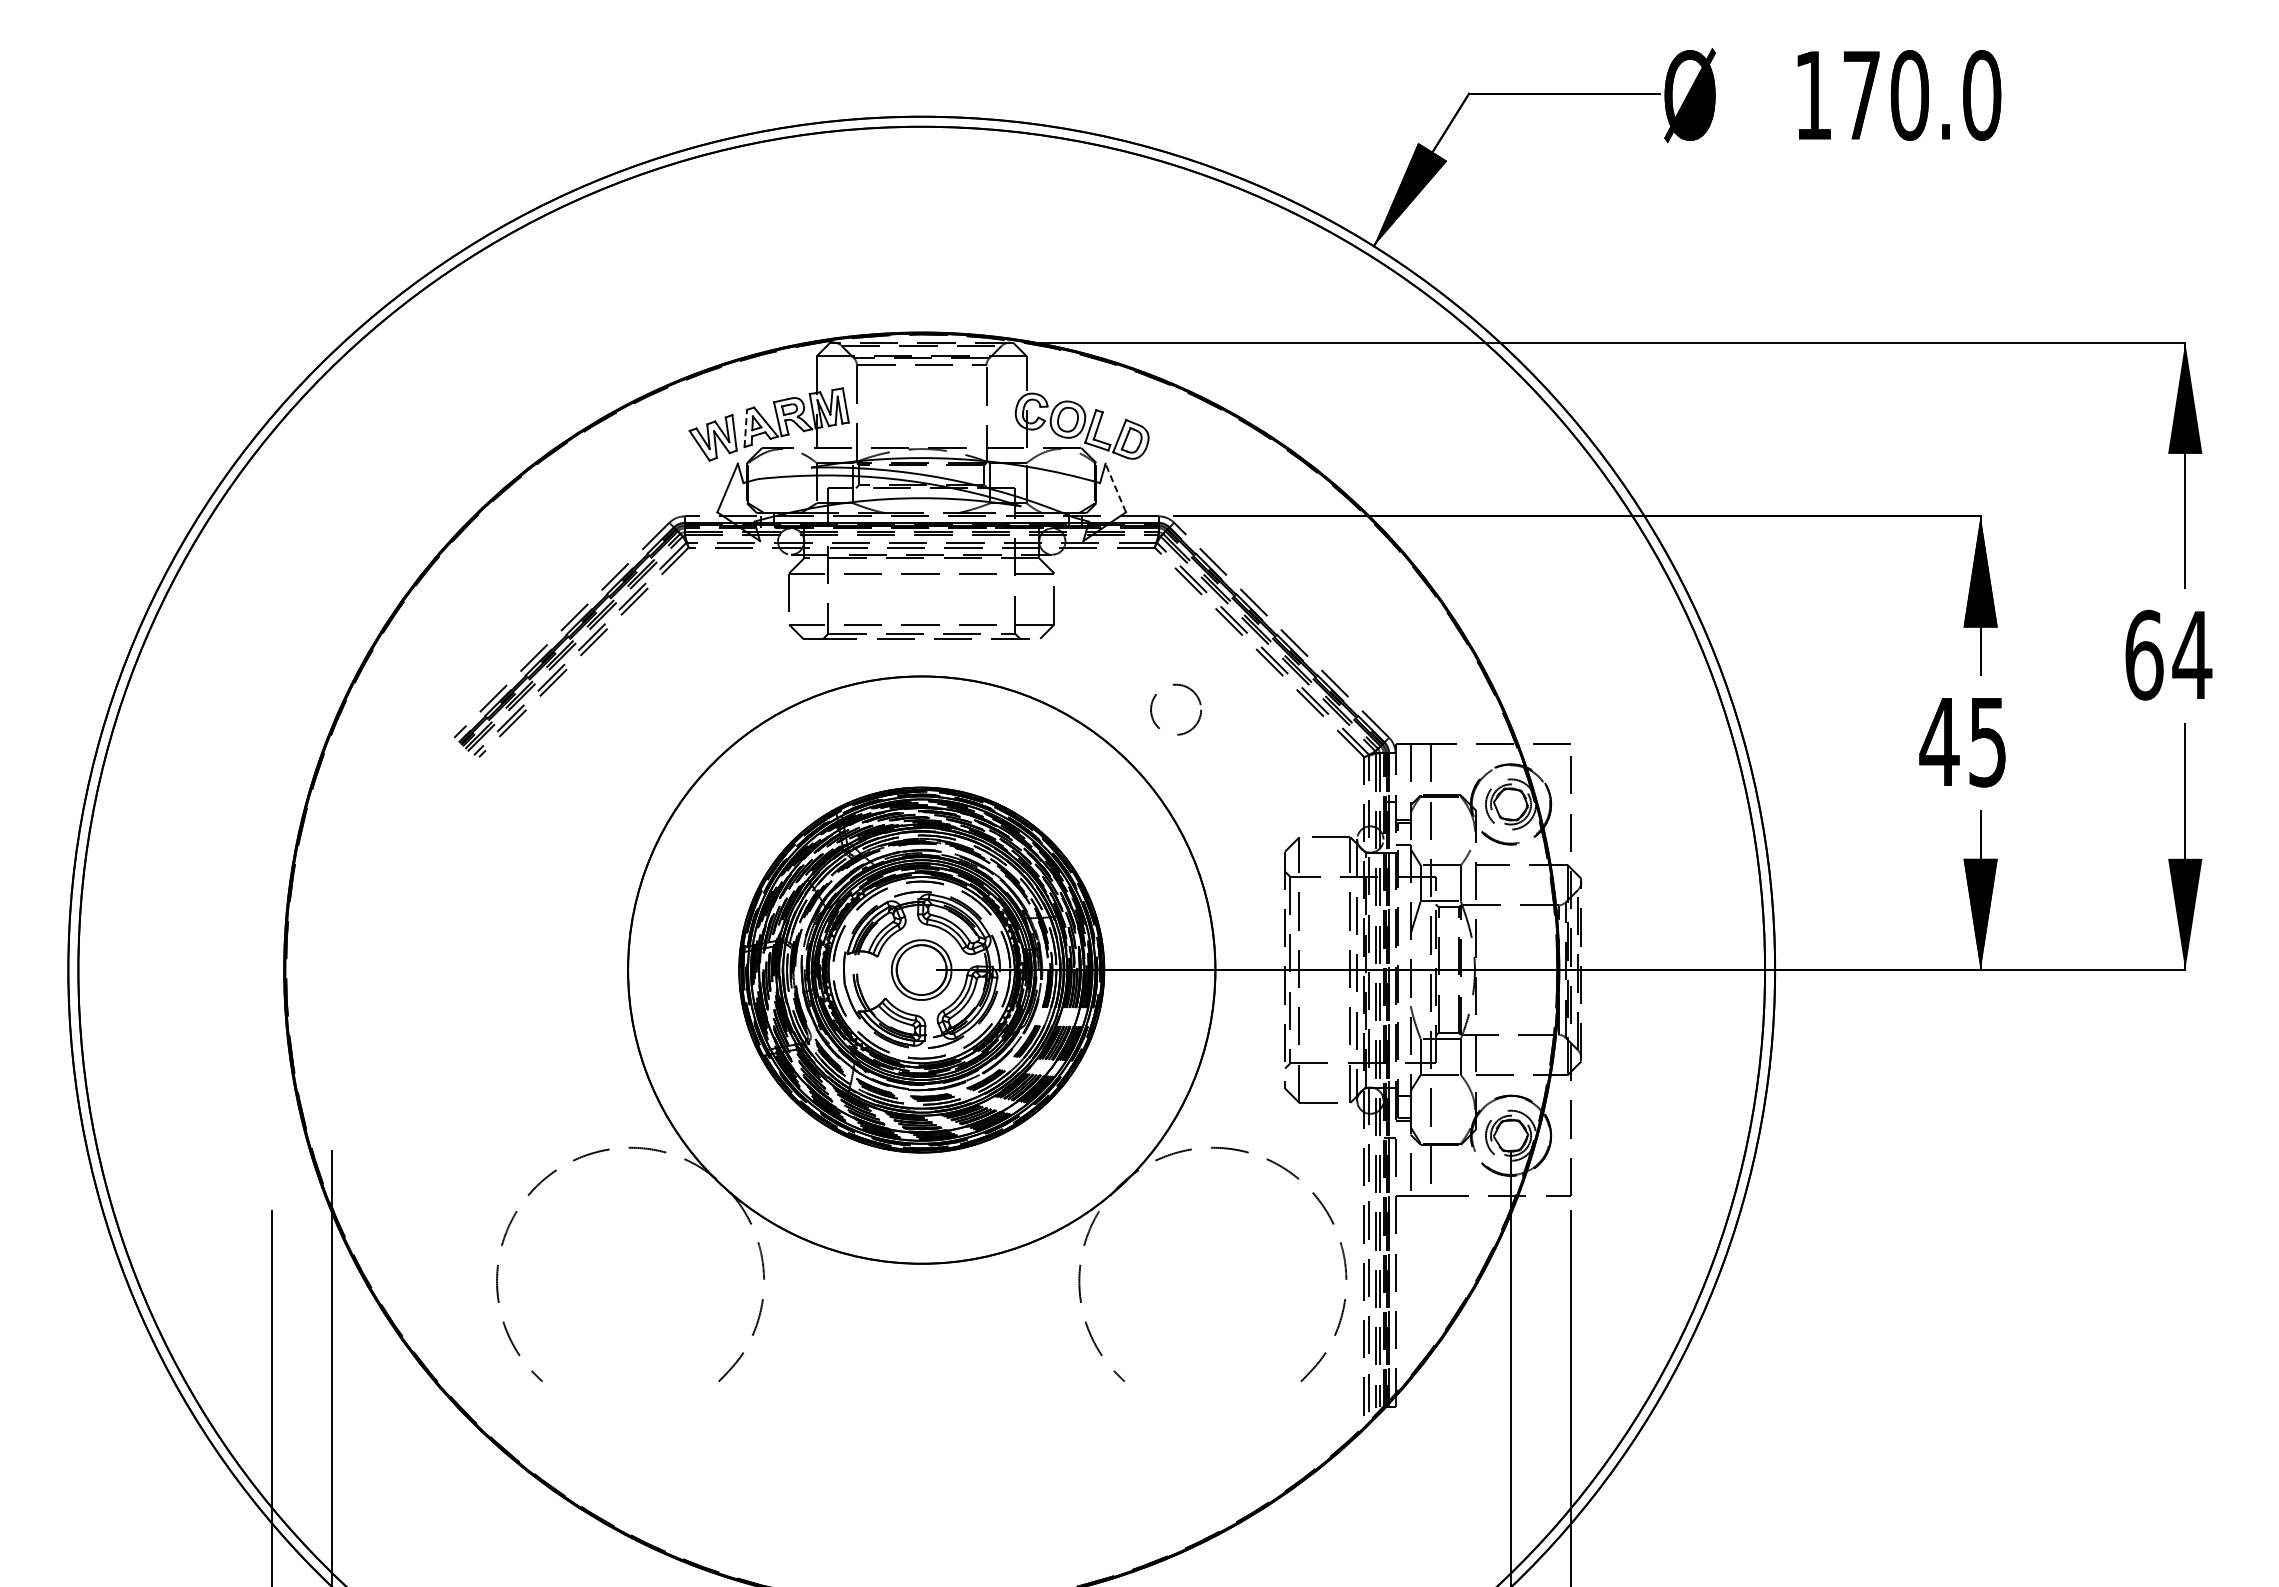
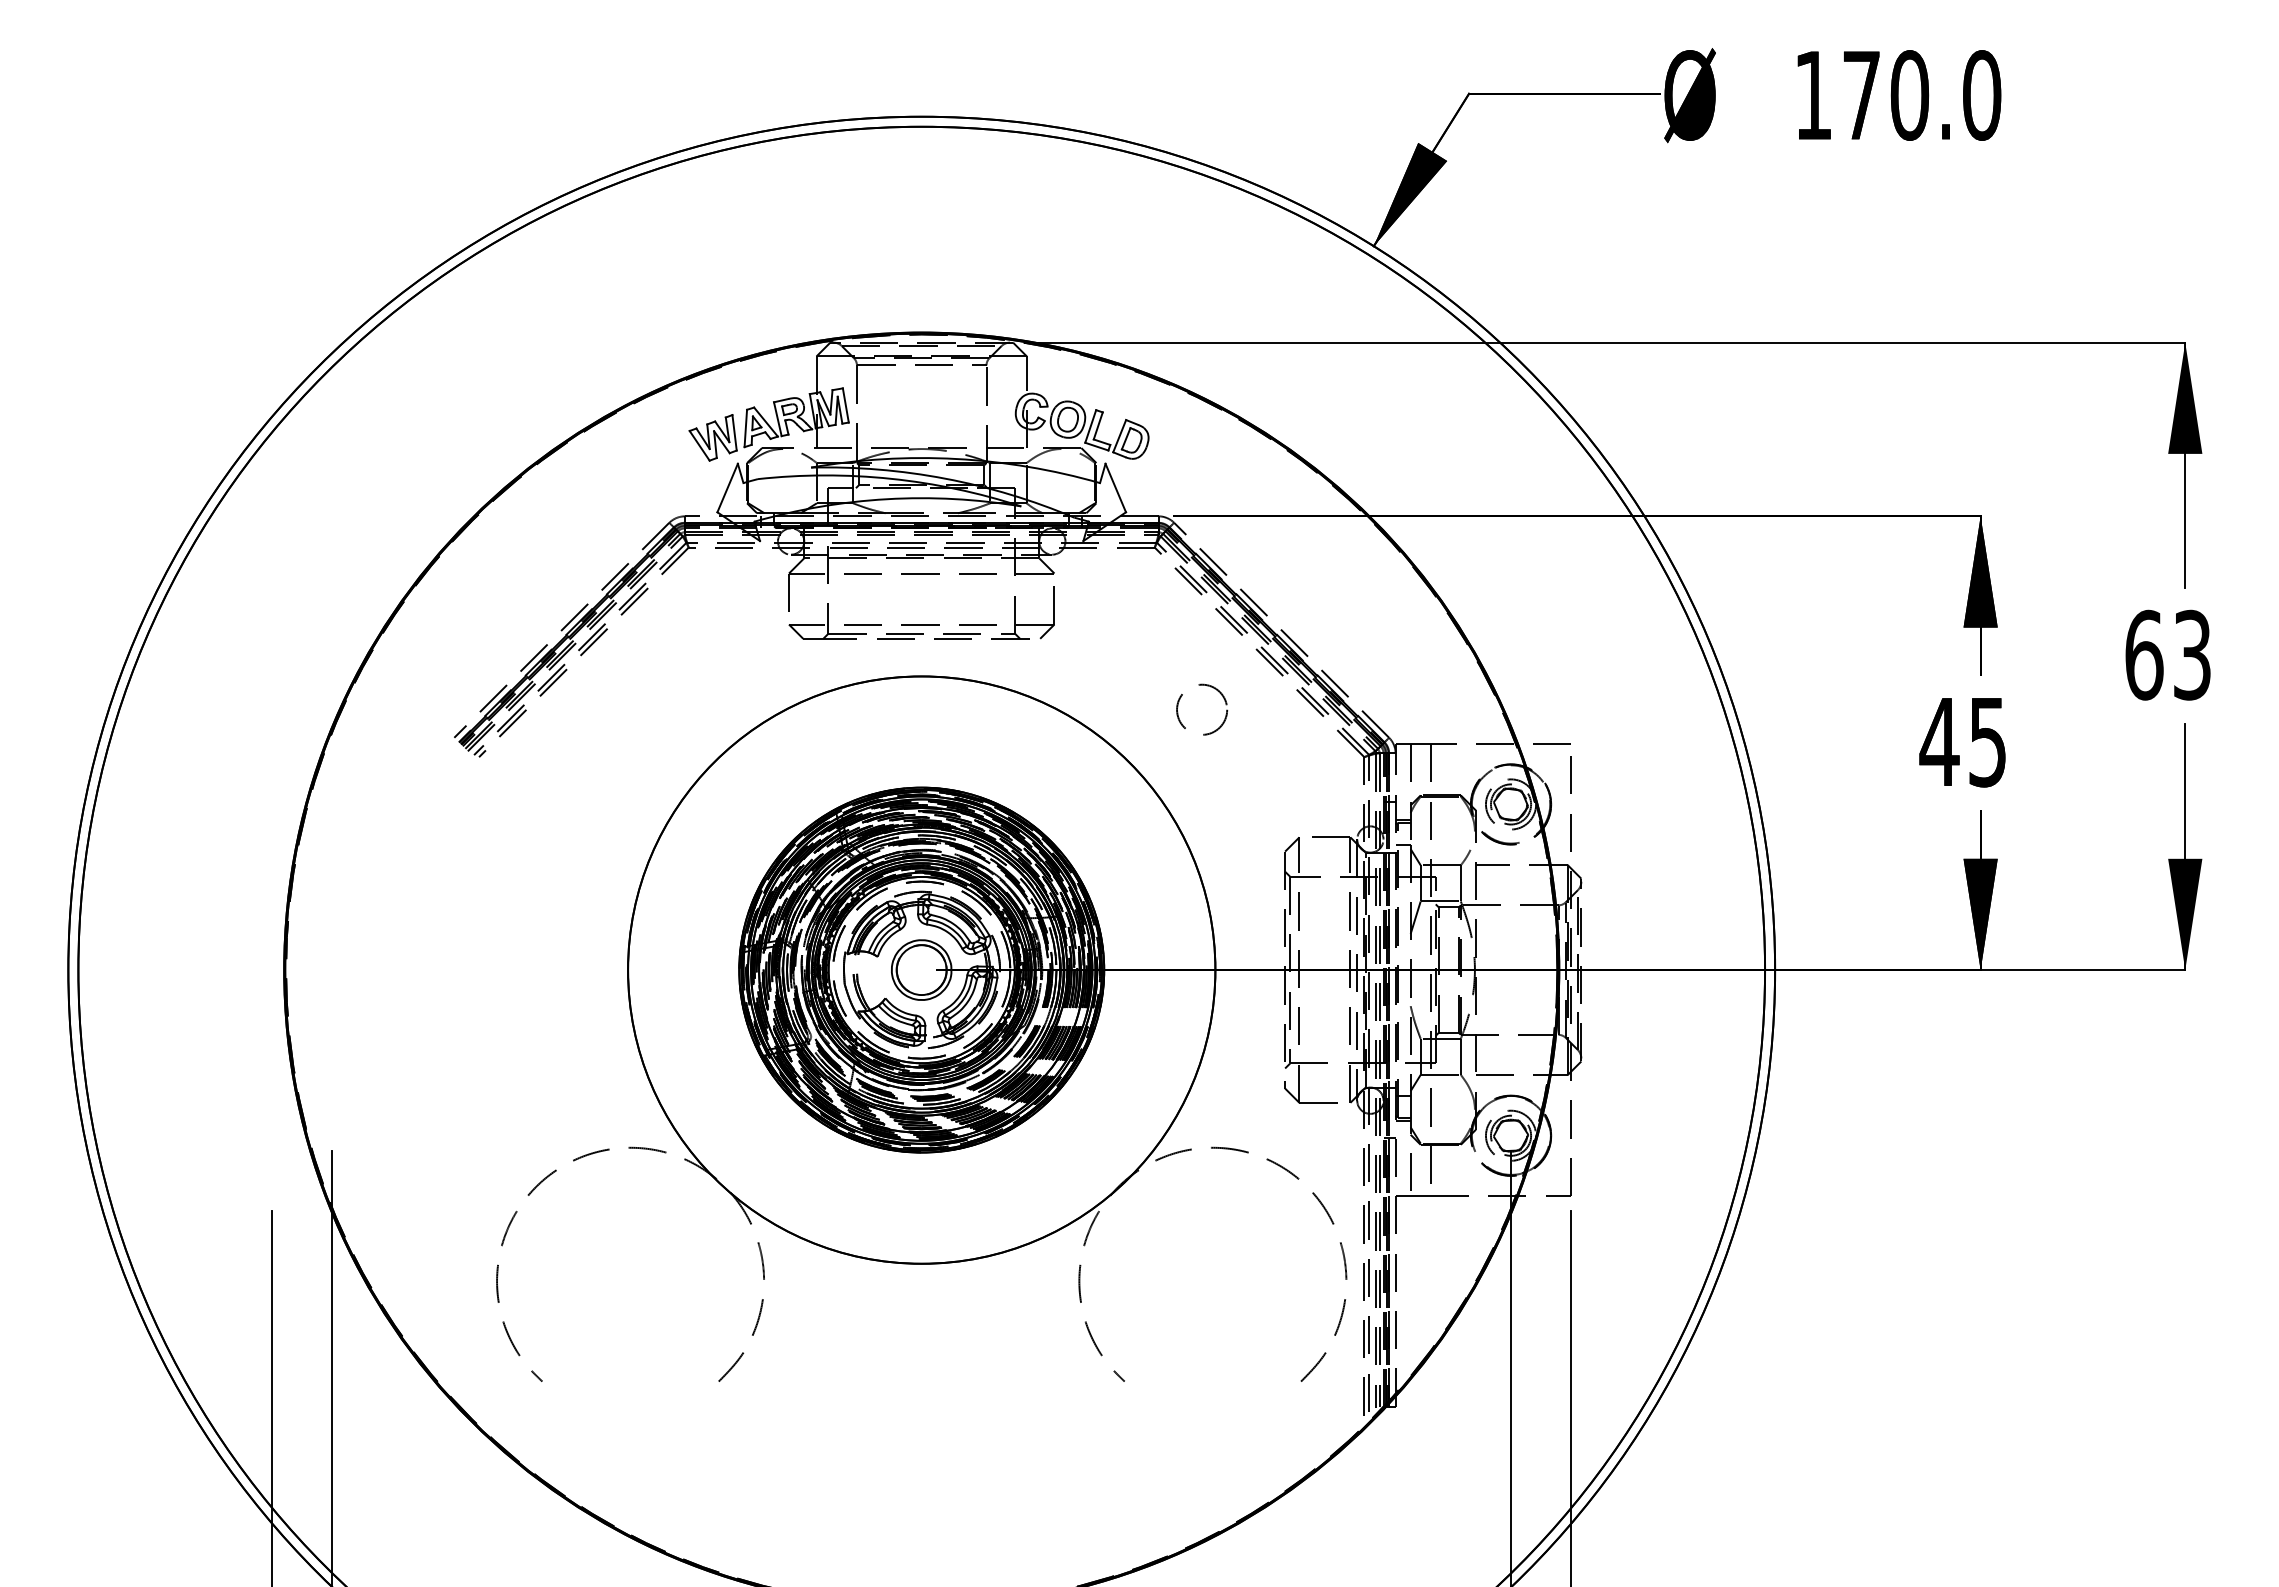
line at (745, 428): dashed -> solid
line at (1115, 487): dashed -> solid
text at (2192, 654): 64 -> 63
circle at (1176, 709) position: (1176, 709) -> (1202, 709)
